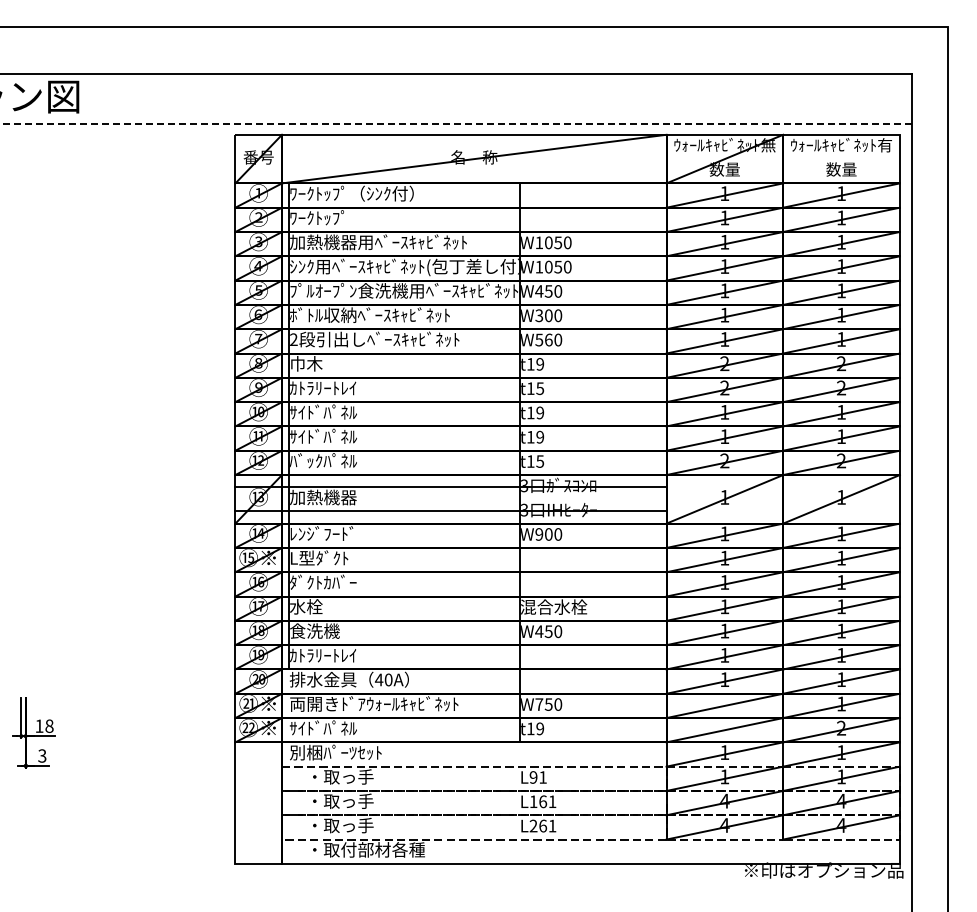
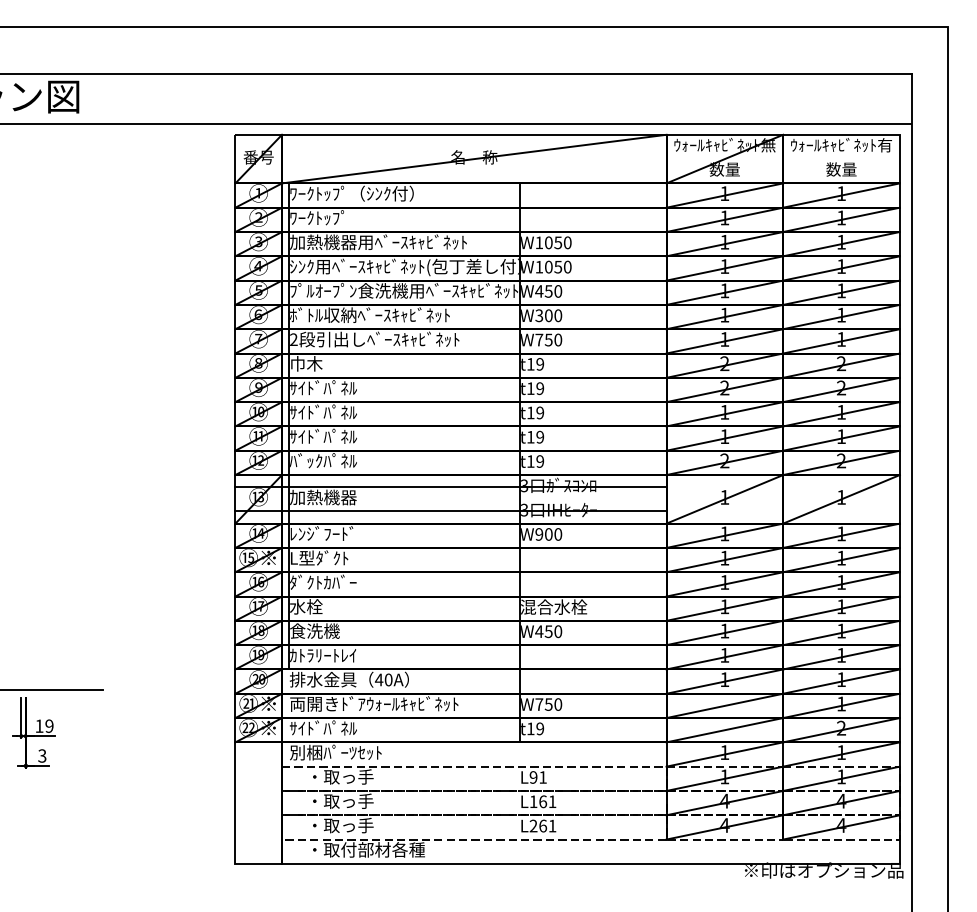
line at (455, 123): dashed -> solid
text at (543, 339): W560 -> W750
text at (323, 387): ｶﾄﾗﾘｰﾄﾚｲ -> ｻｲﾄﾞﾊﾟﾈﾙ
text at (540, 388): t15 -> t19
text at (540, 461): t15 -> t19
line at (52, 689): none -> present
text at (49, 725): 18 -> 19
